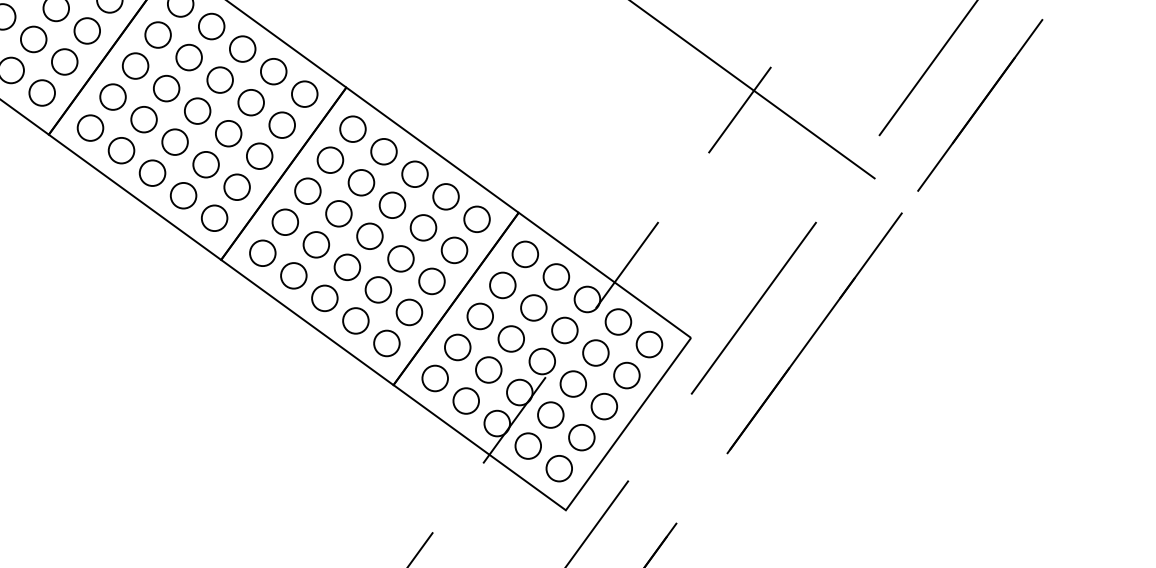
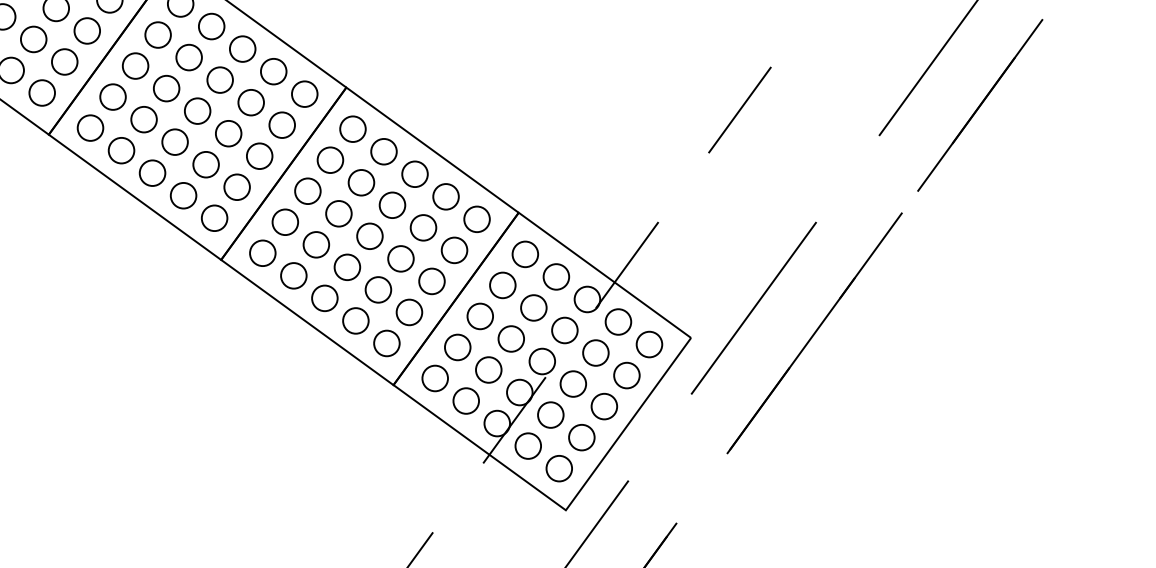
line at (753, 90): present -> none
